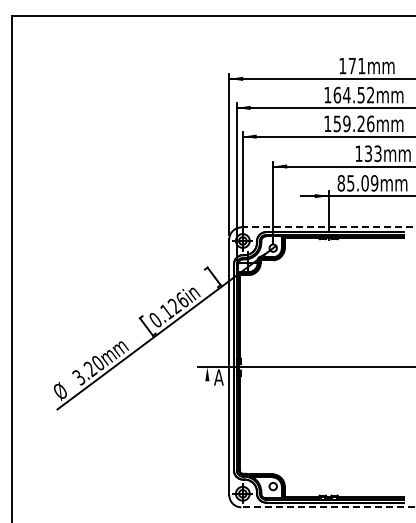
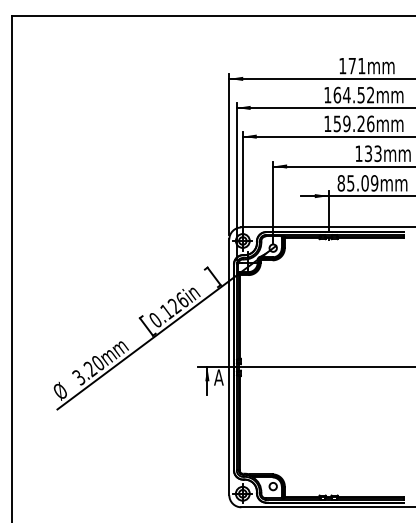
line at (328, 227): dashed -> solid
line at (207, 381): none -> present
line at (328, 507): dashed -> solid
